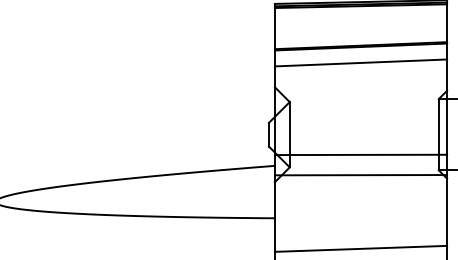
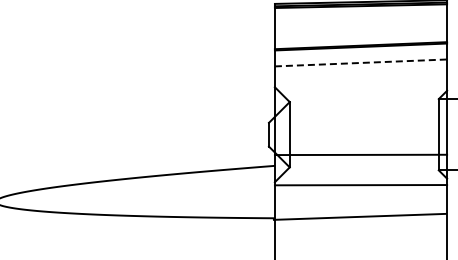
line at (361, 62): solid -> dashed
line at (360, 175) position: (360, 175) -> (360, 185)
line at (360, 248) position: (360, 248) -> (359, 216)
